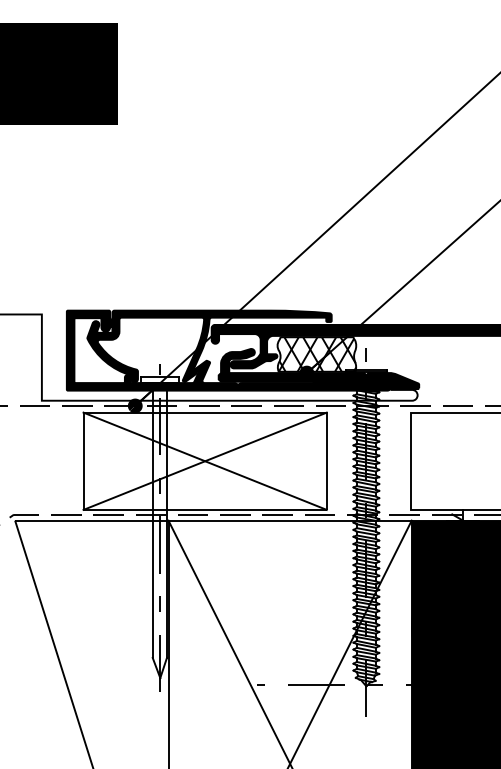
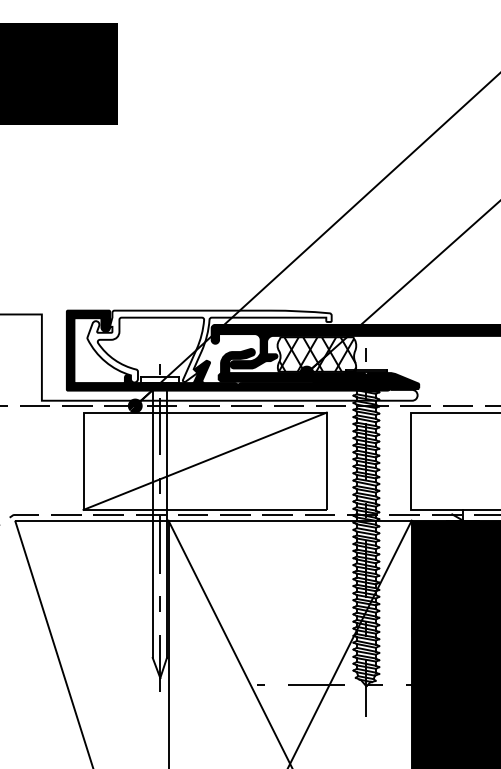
fill at (209, 346): present -> none
line at (204, 460): present -> none
